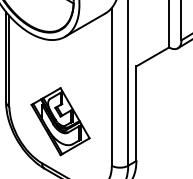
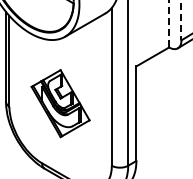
line at (181, 20): solid -> dashed
line at (169, 23): solid -> dashed
part at (60, 121) position: (60, 121) -> (60, 103)
